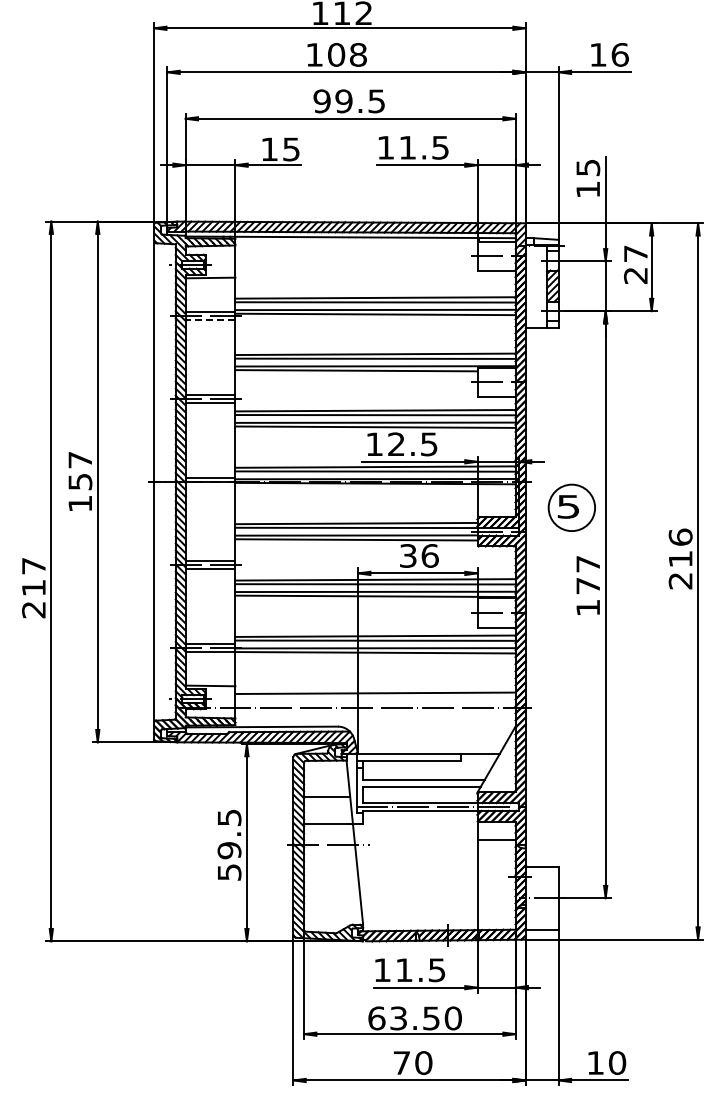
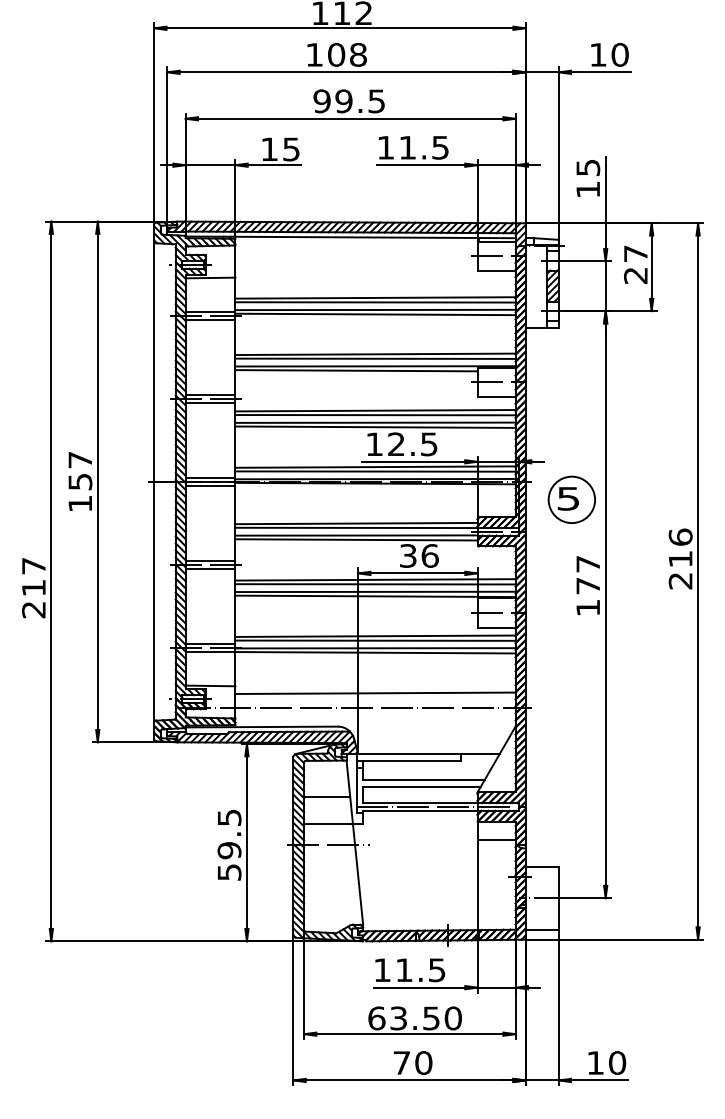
text at (619, 54): 16 -> 10
line at (210, 320): dashed -> solid
line at (210, 485): none -> present
part at (571, 507) position: (571, 507) -> (571, 499)
